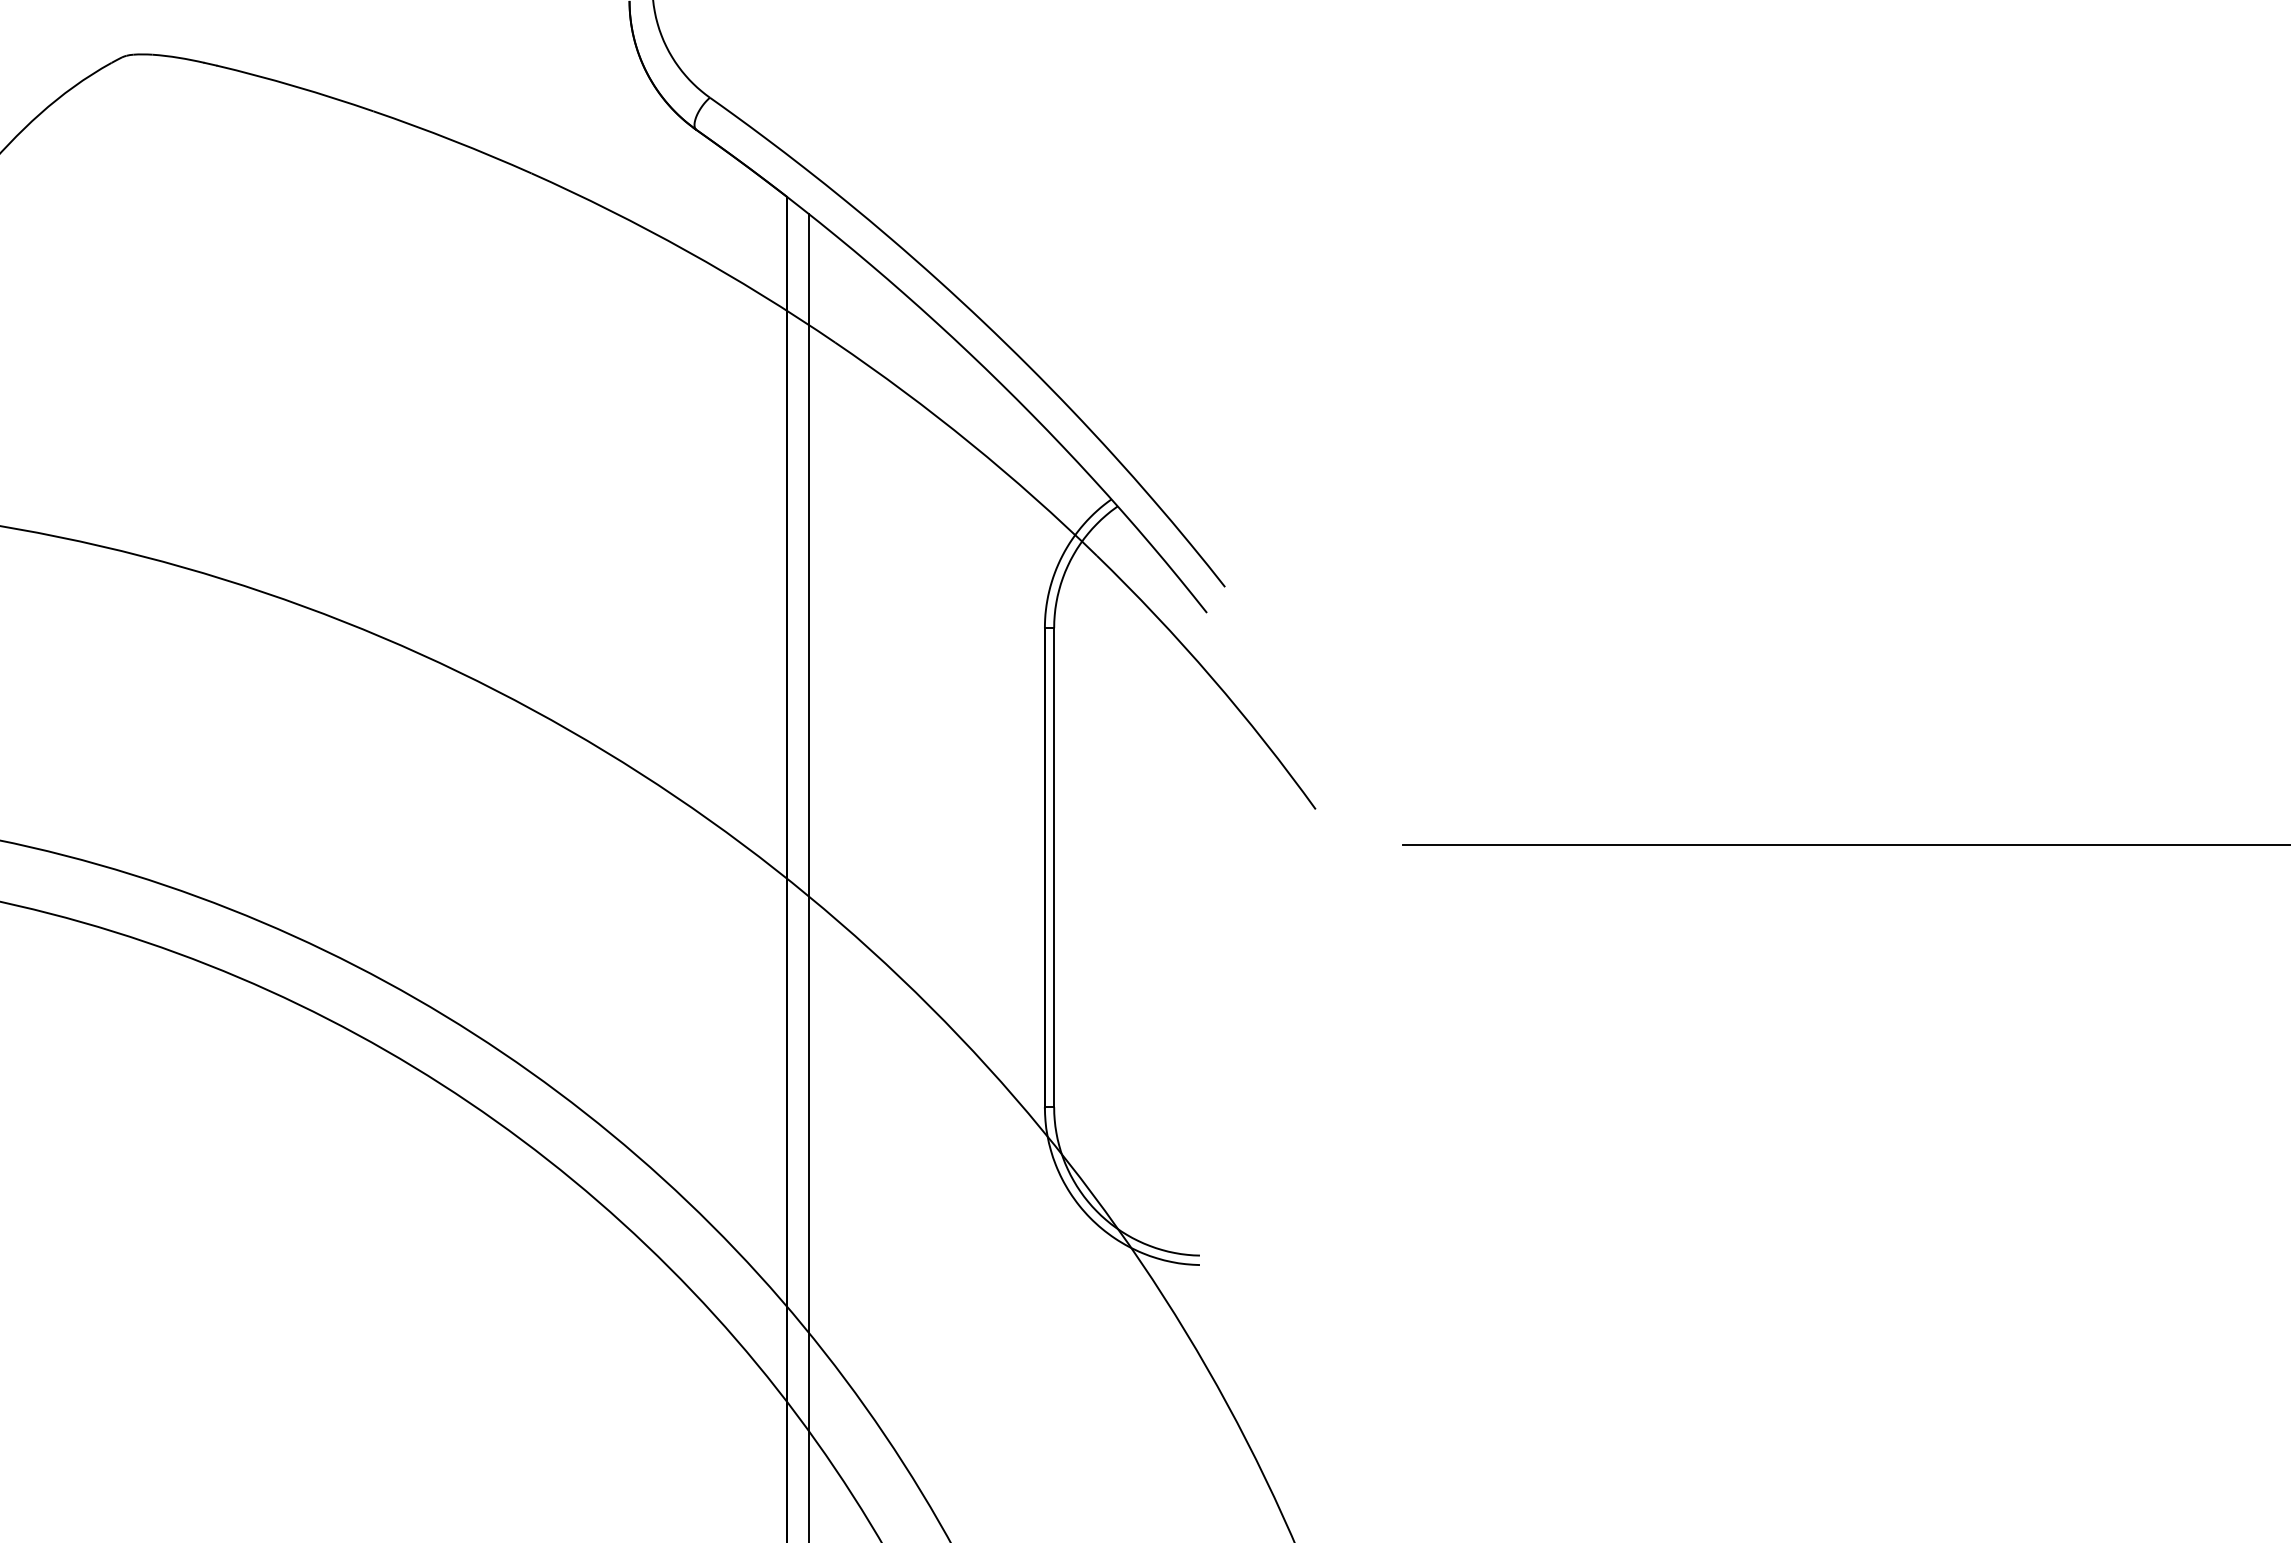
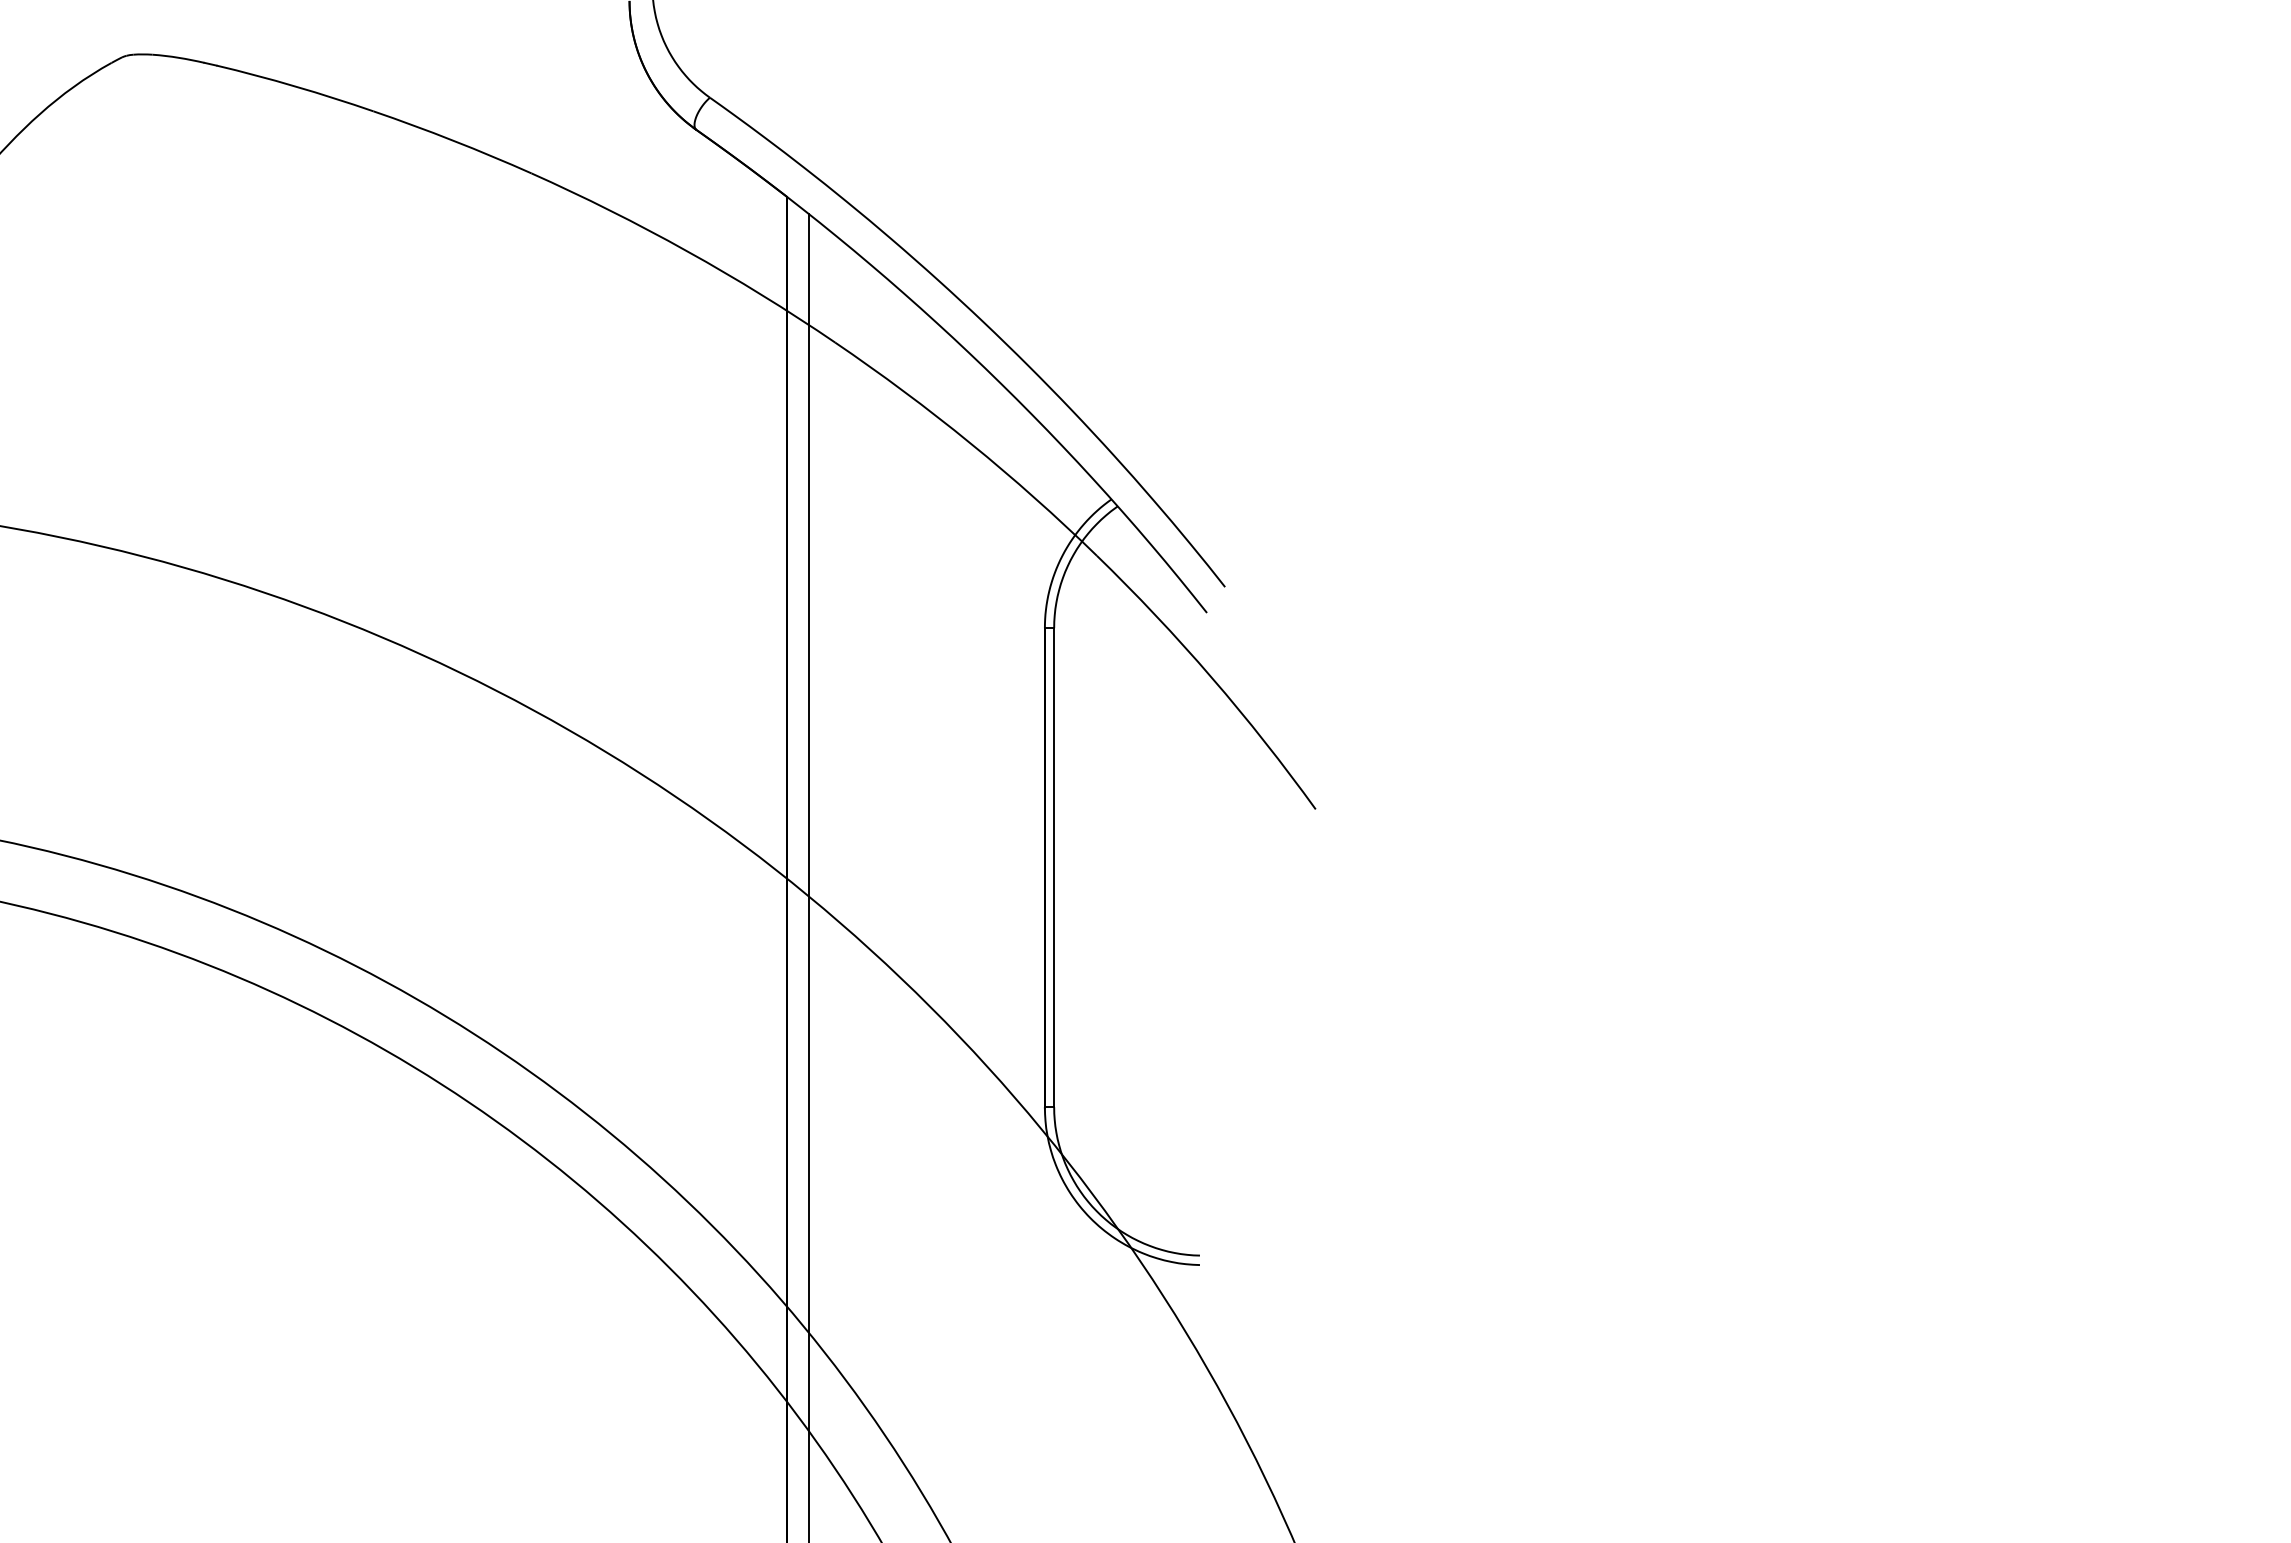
line at (1845, 844): present -> none
